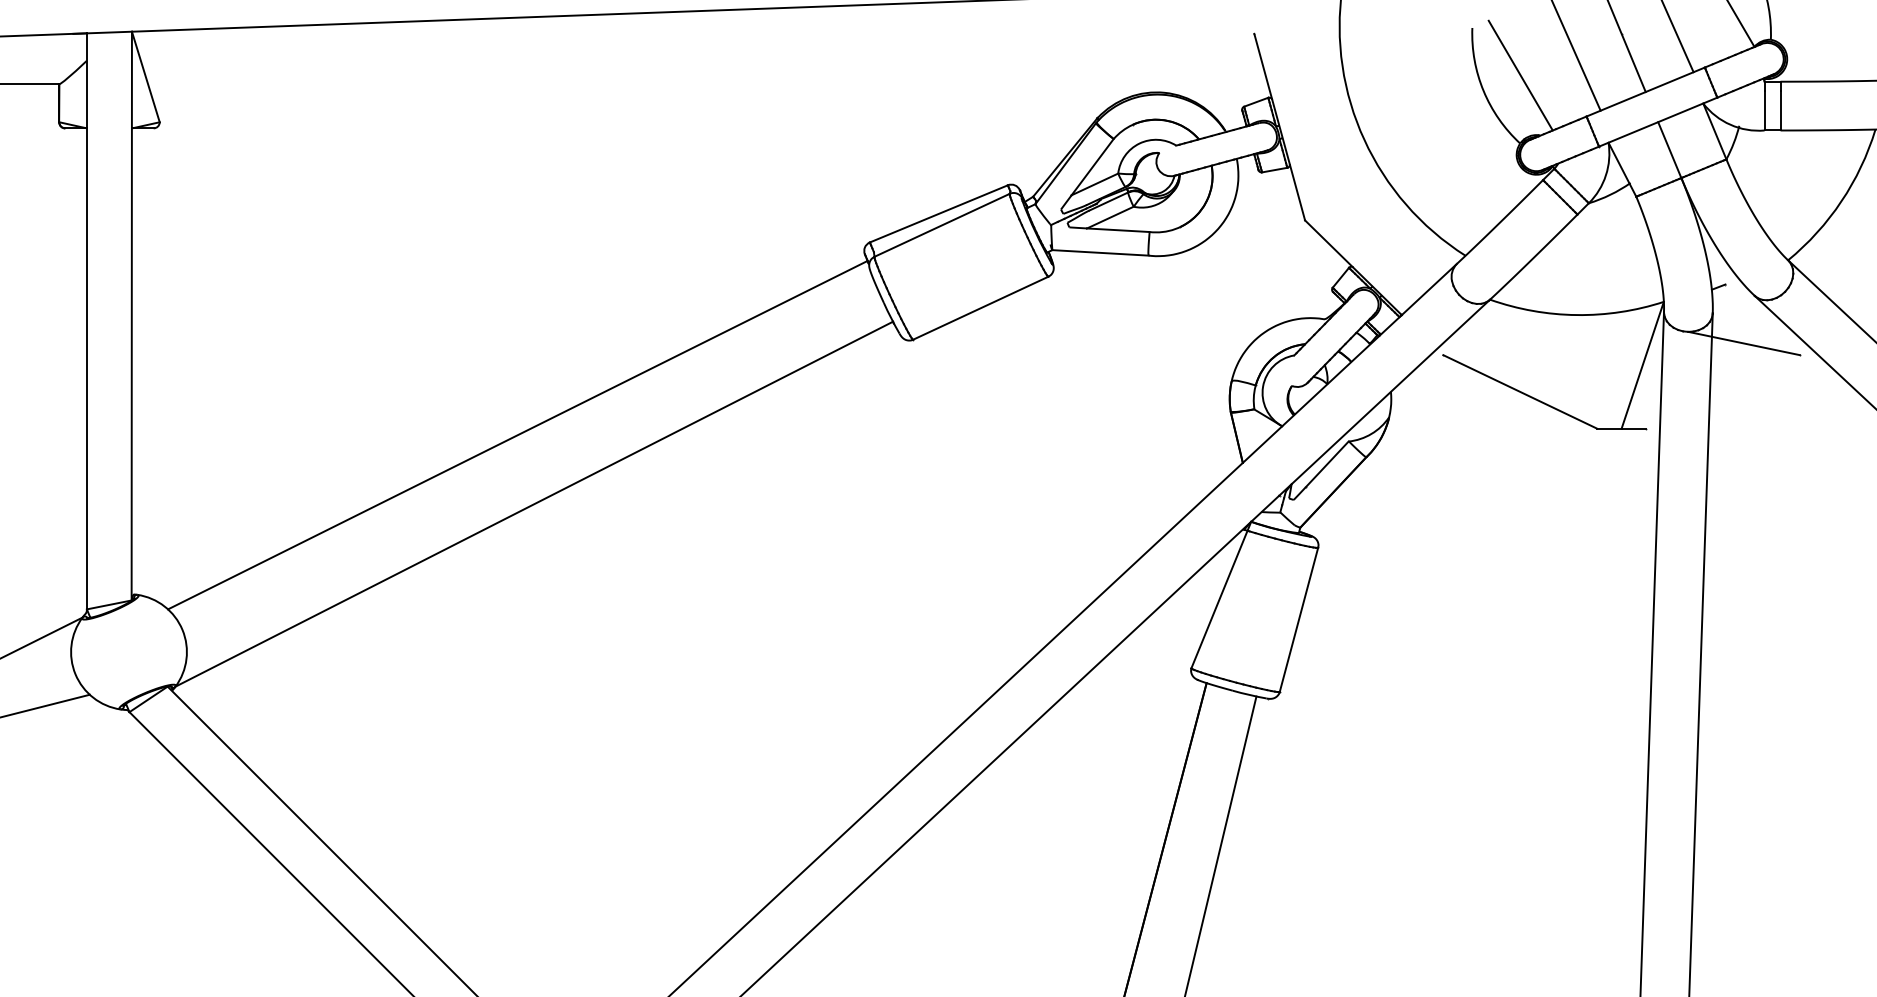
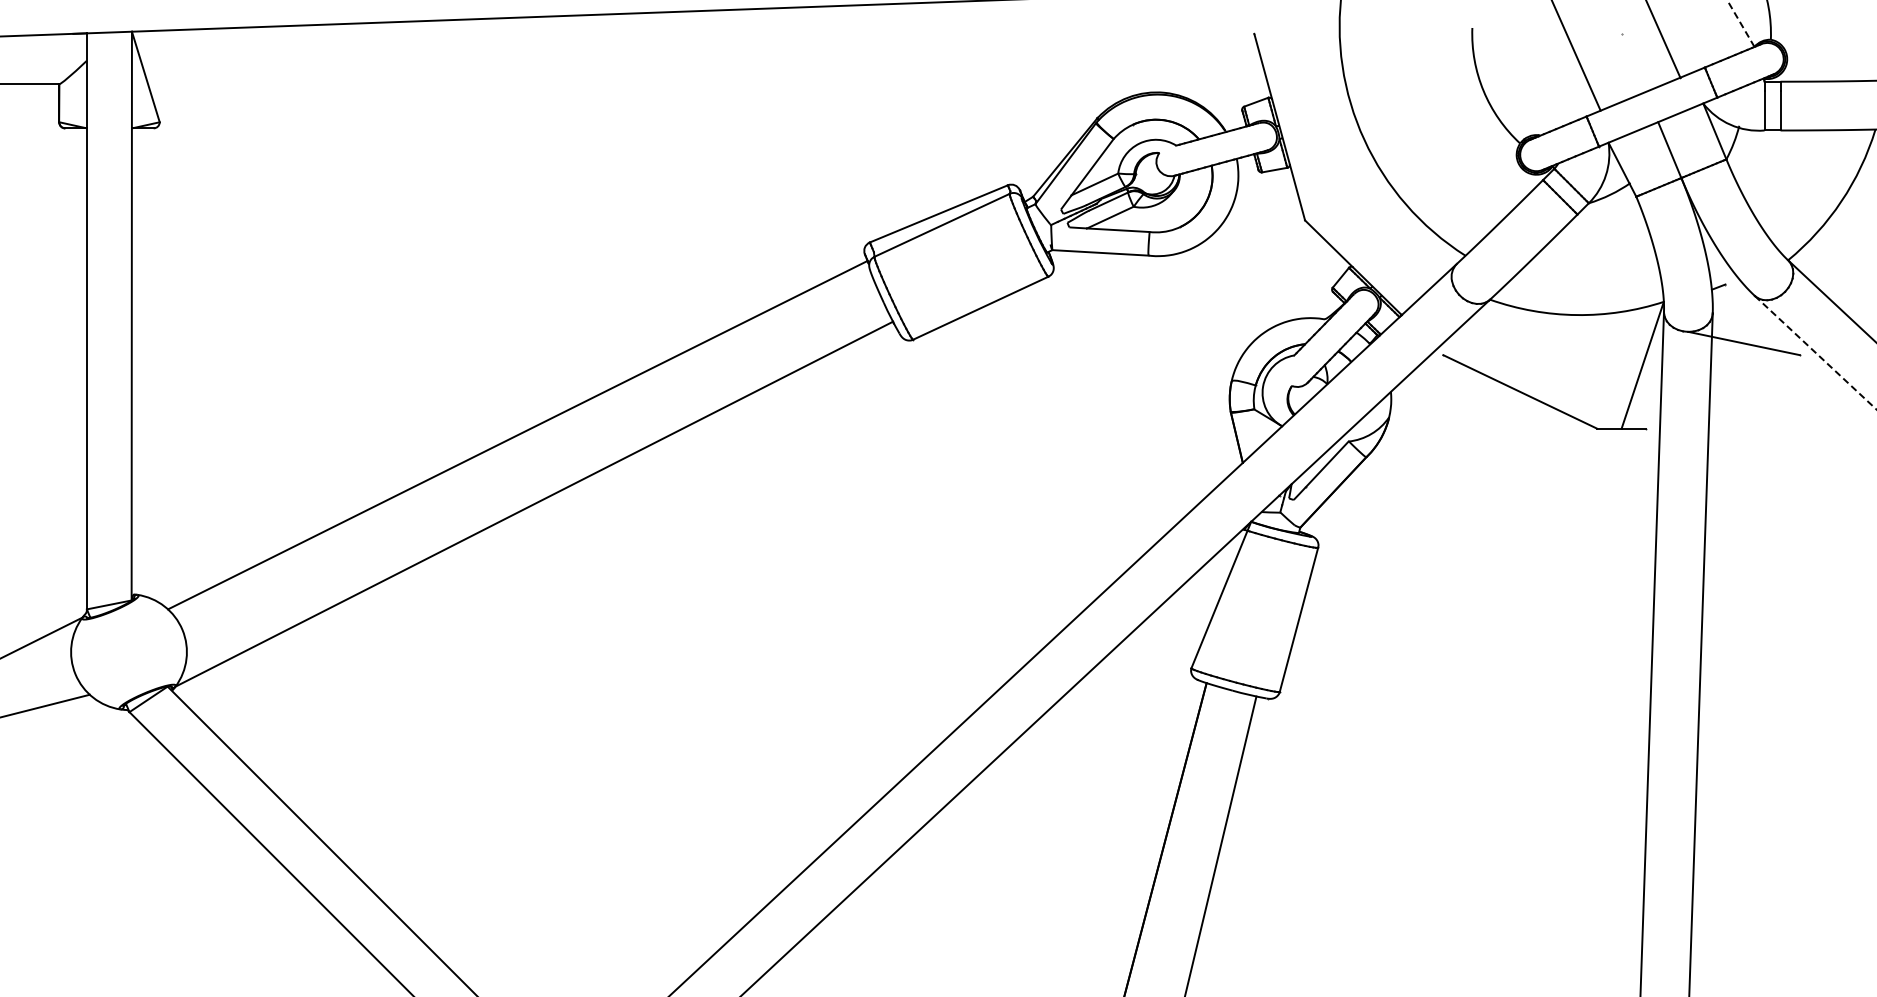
line at (1741, 23): solid -> dashed
line at (1677, 37) position: (1677, 37) -> (1663, 40)
line at (1626, 47): present -> none
line at (1520, 75): present -> none
line at (1816, 353): solid -> dashed
